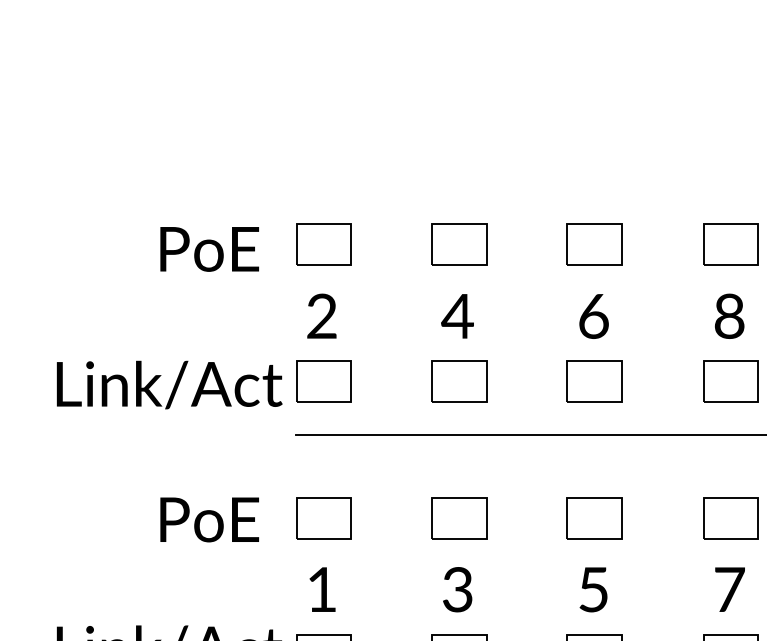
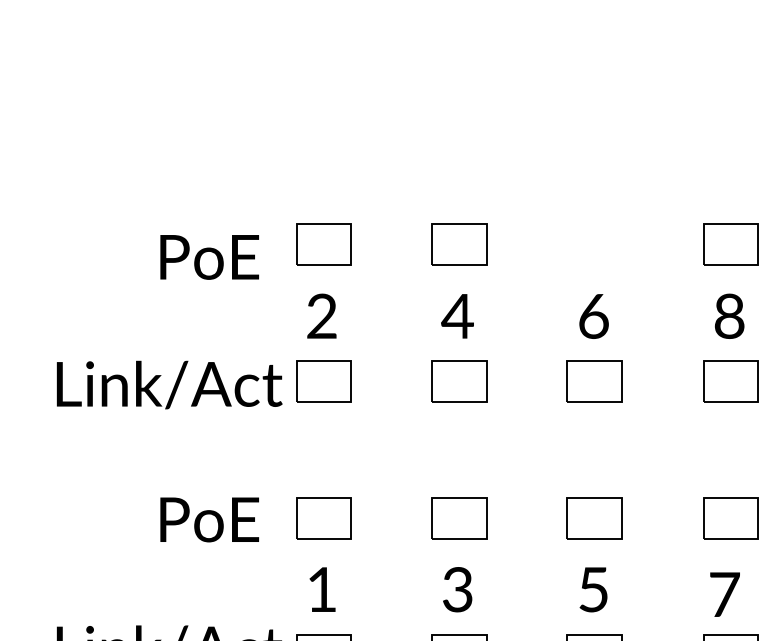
part at (594, 244): present -> none
text at (209, 249) position: (209, 249) -> (209, 257)
line at (529, 435): present -> none
text at (729, 589) position: (729, 589) -> (724, 594)
